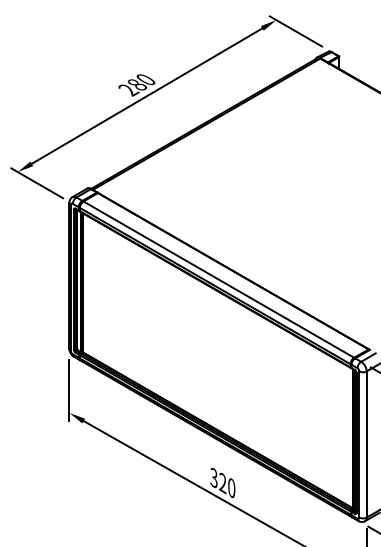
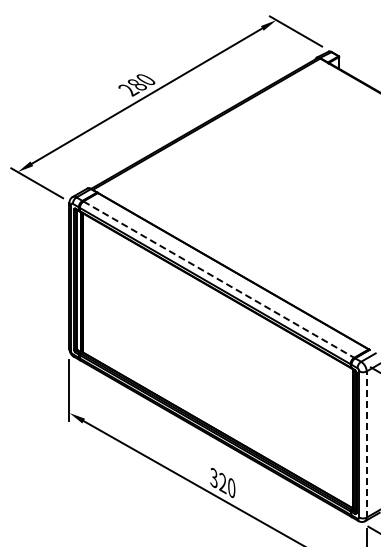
line at (219, 279): solid -> dashed
line at (366, 444): solid -> dashed
